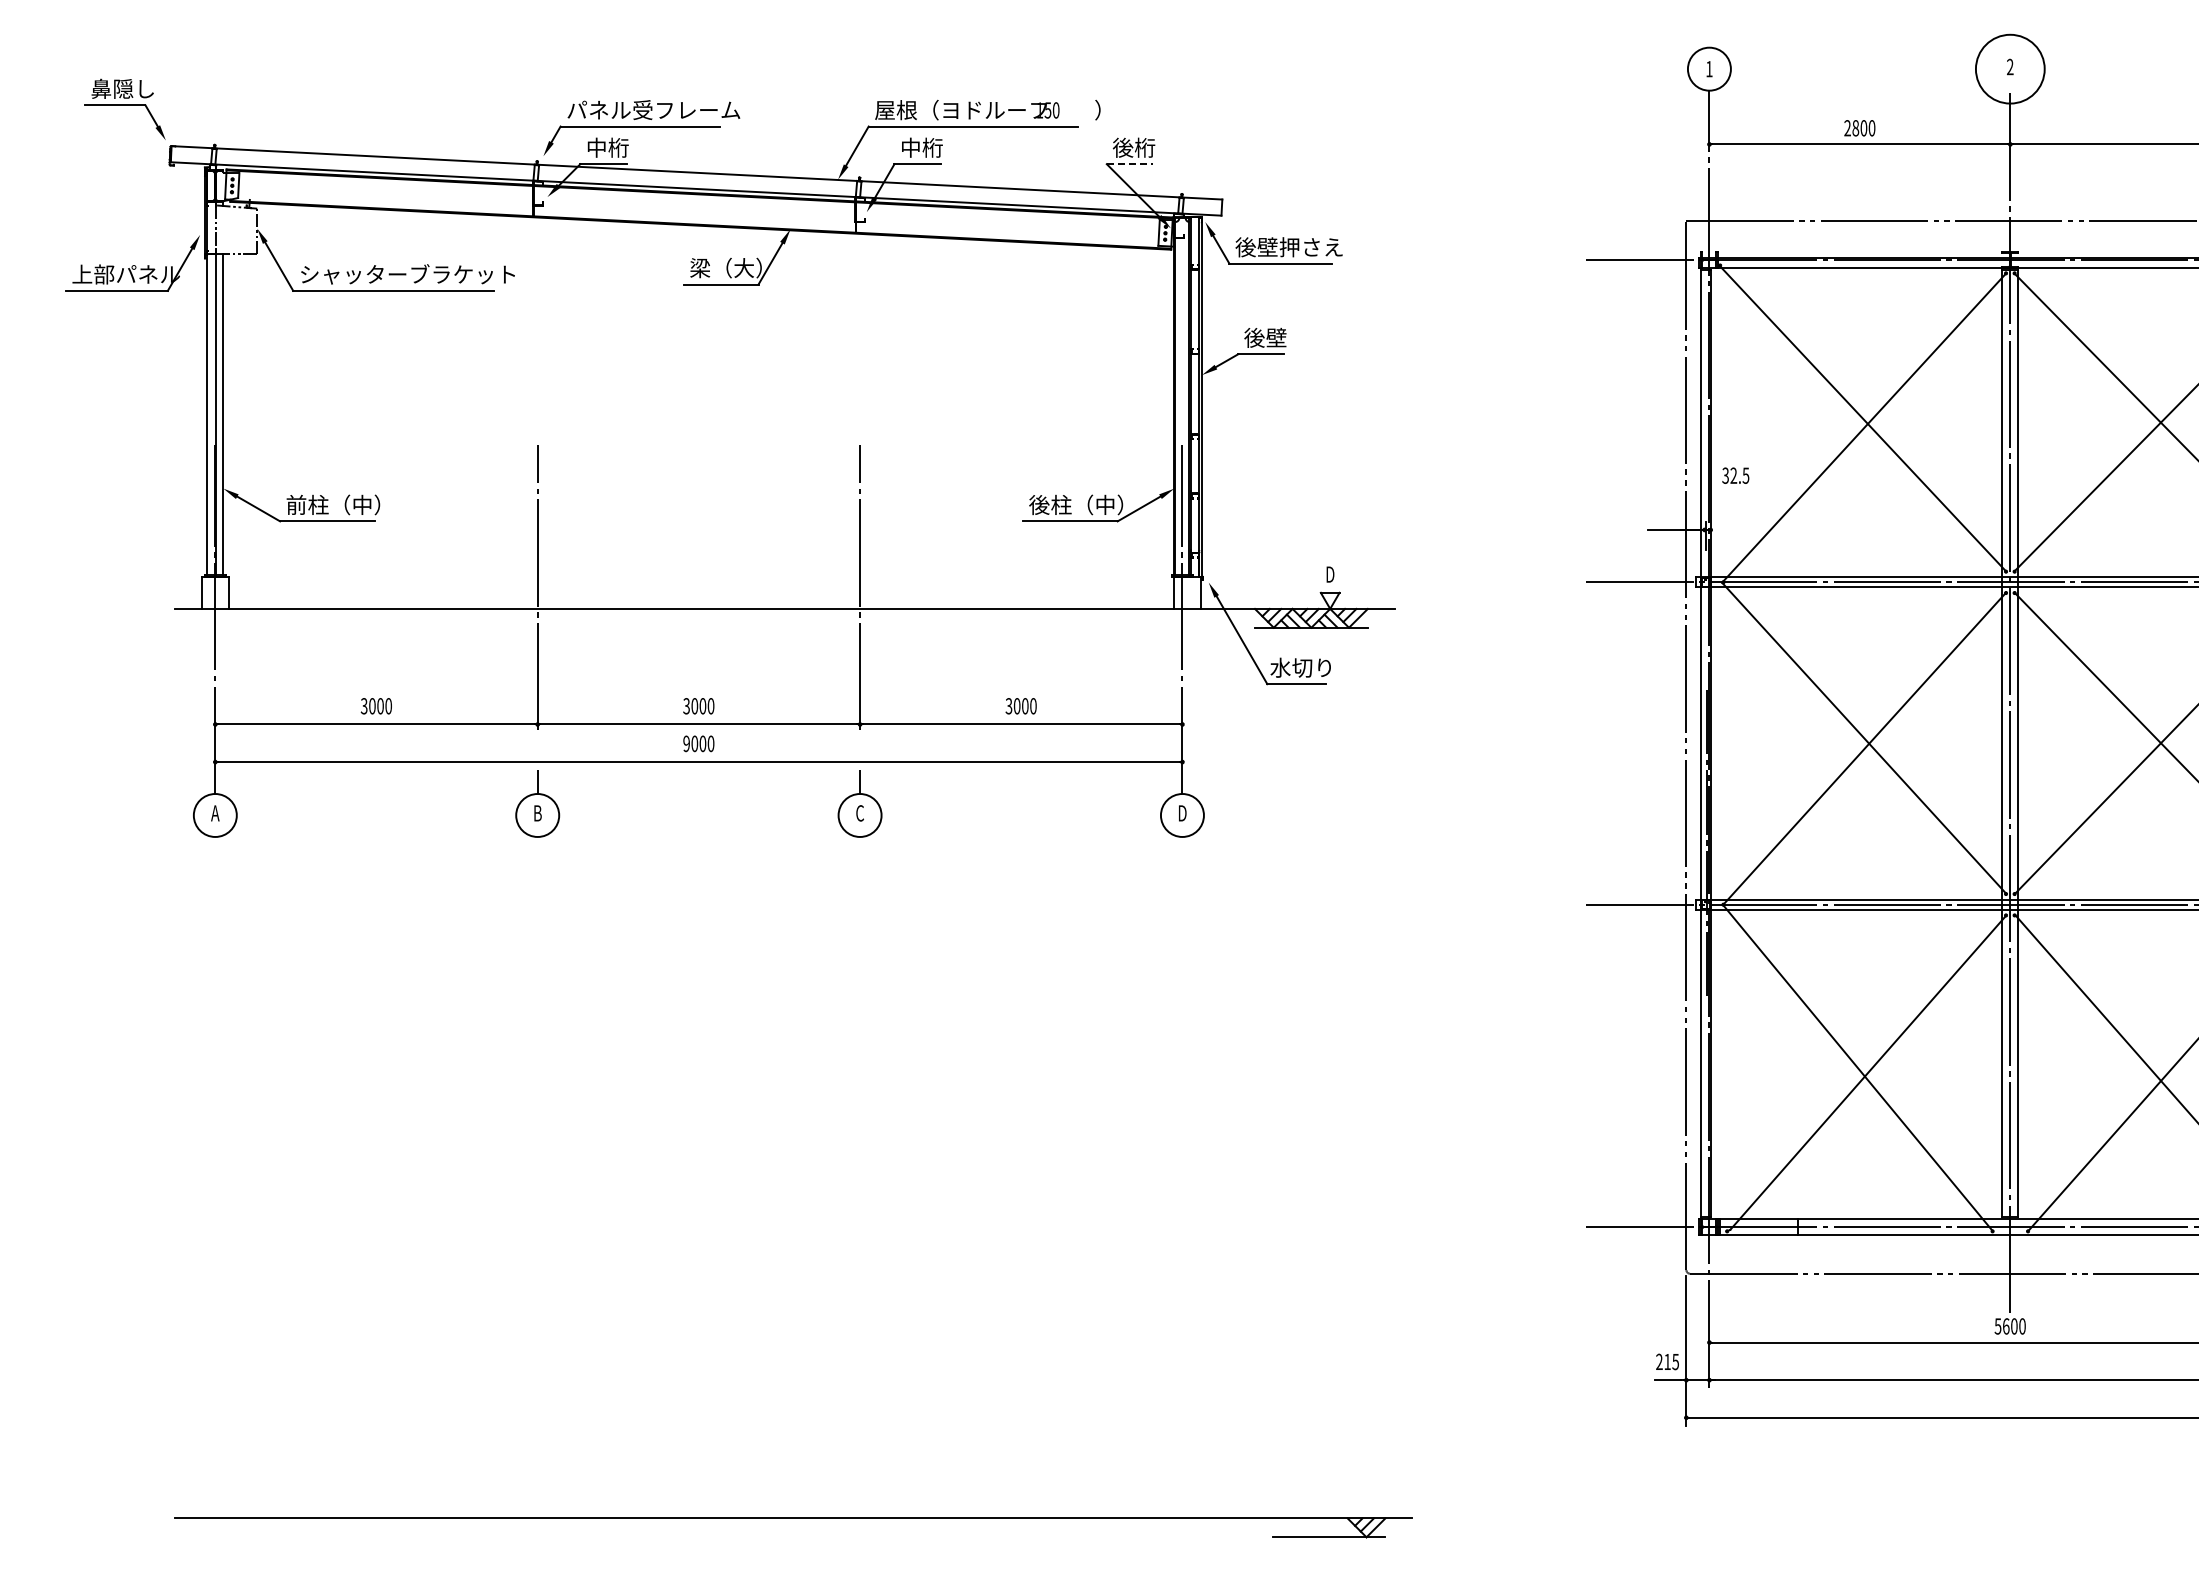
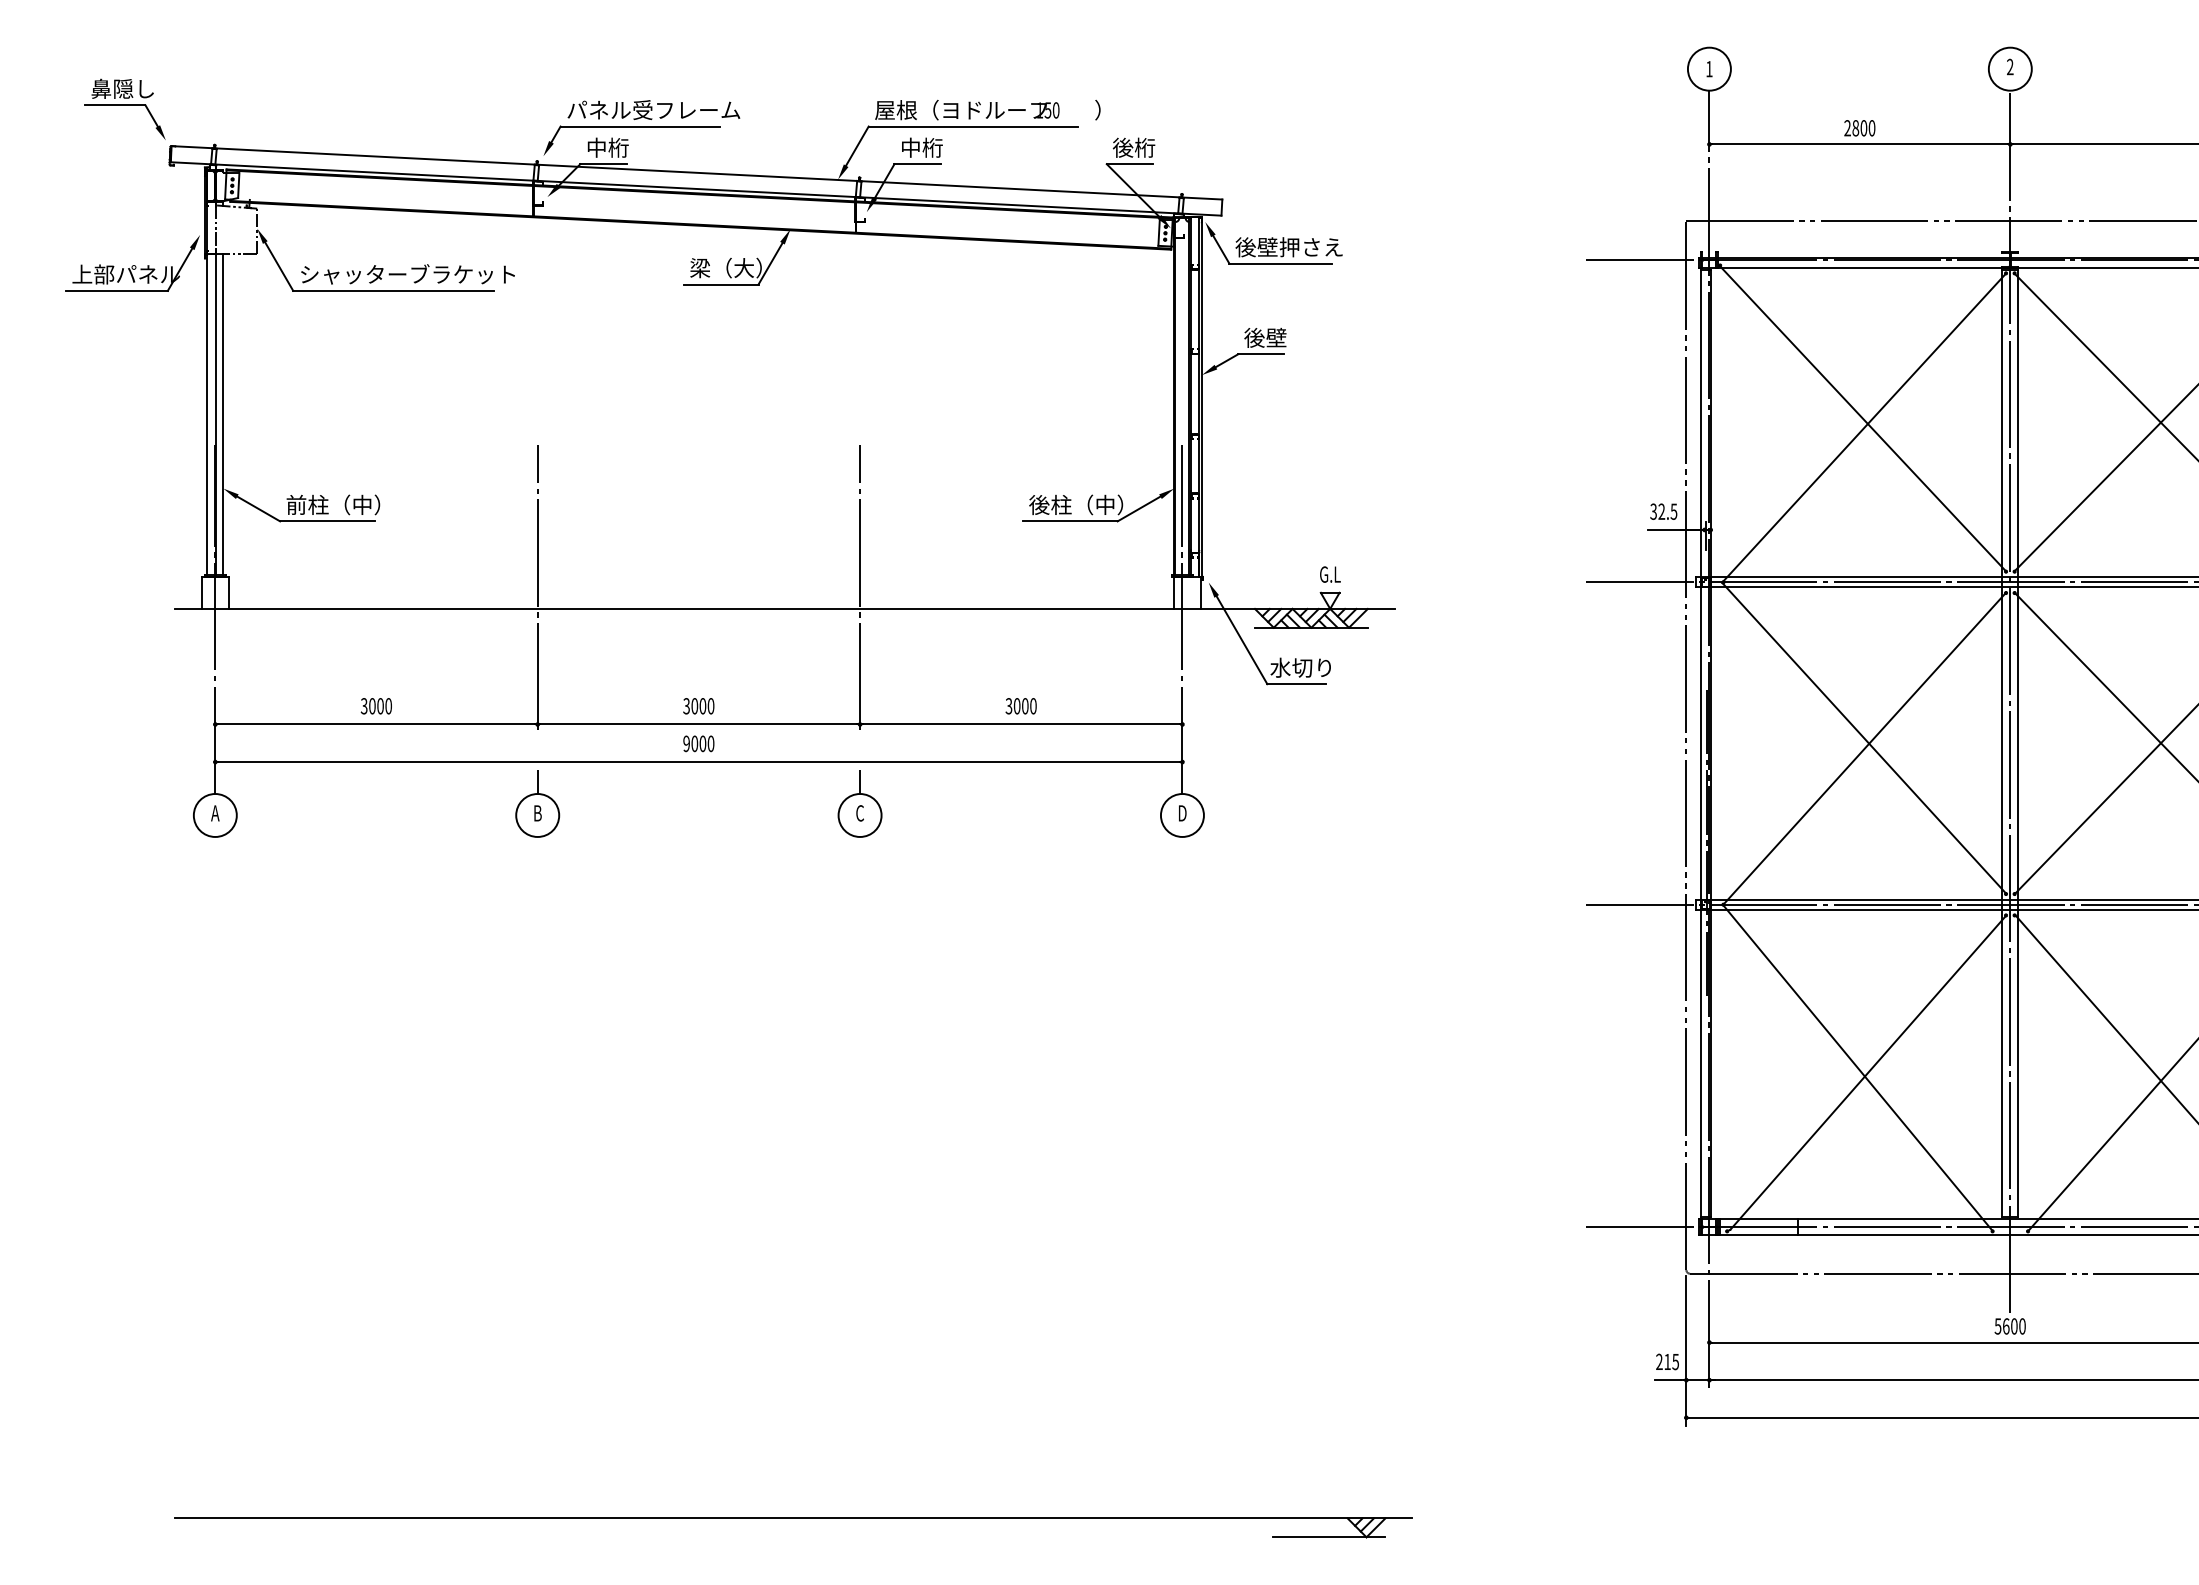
circle at (2009, 68) diameter: 69 px -> 43 px
line at (1130, 164): dashed -> solid
text at (1735, 475) position: (1735, 475) -> (1663, 511)
text at (1330, 574): D -> G.L
